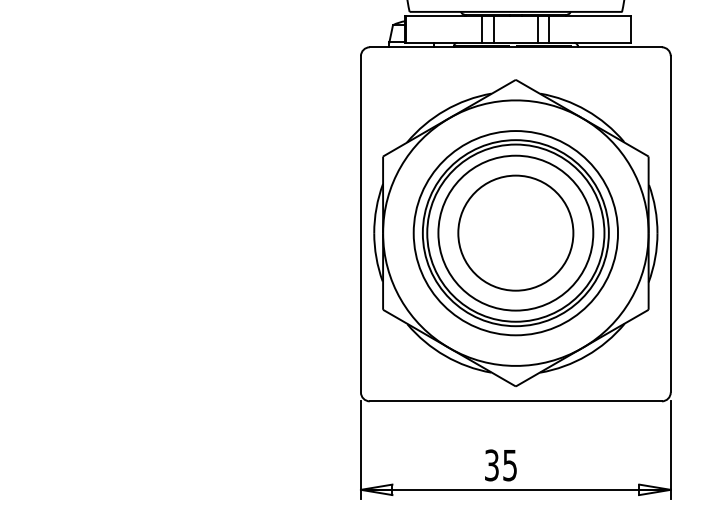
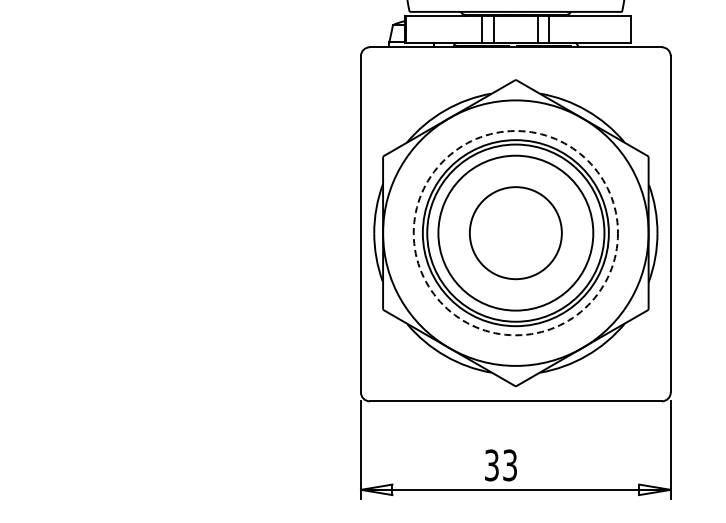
circle at (515, 232) diameter: 115 px -> 92 px
circle at (515, 233): solid -> dashed
text at (509, 464): 35 -> 33
